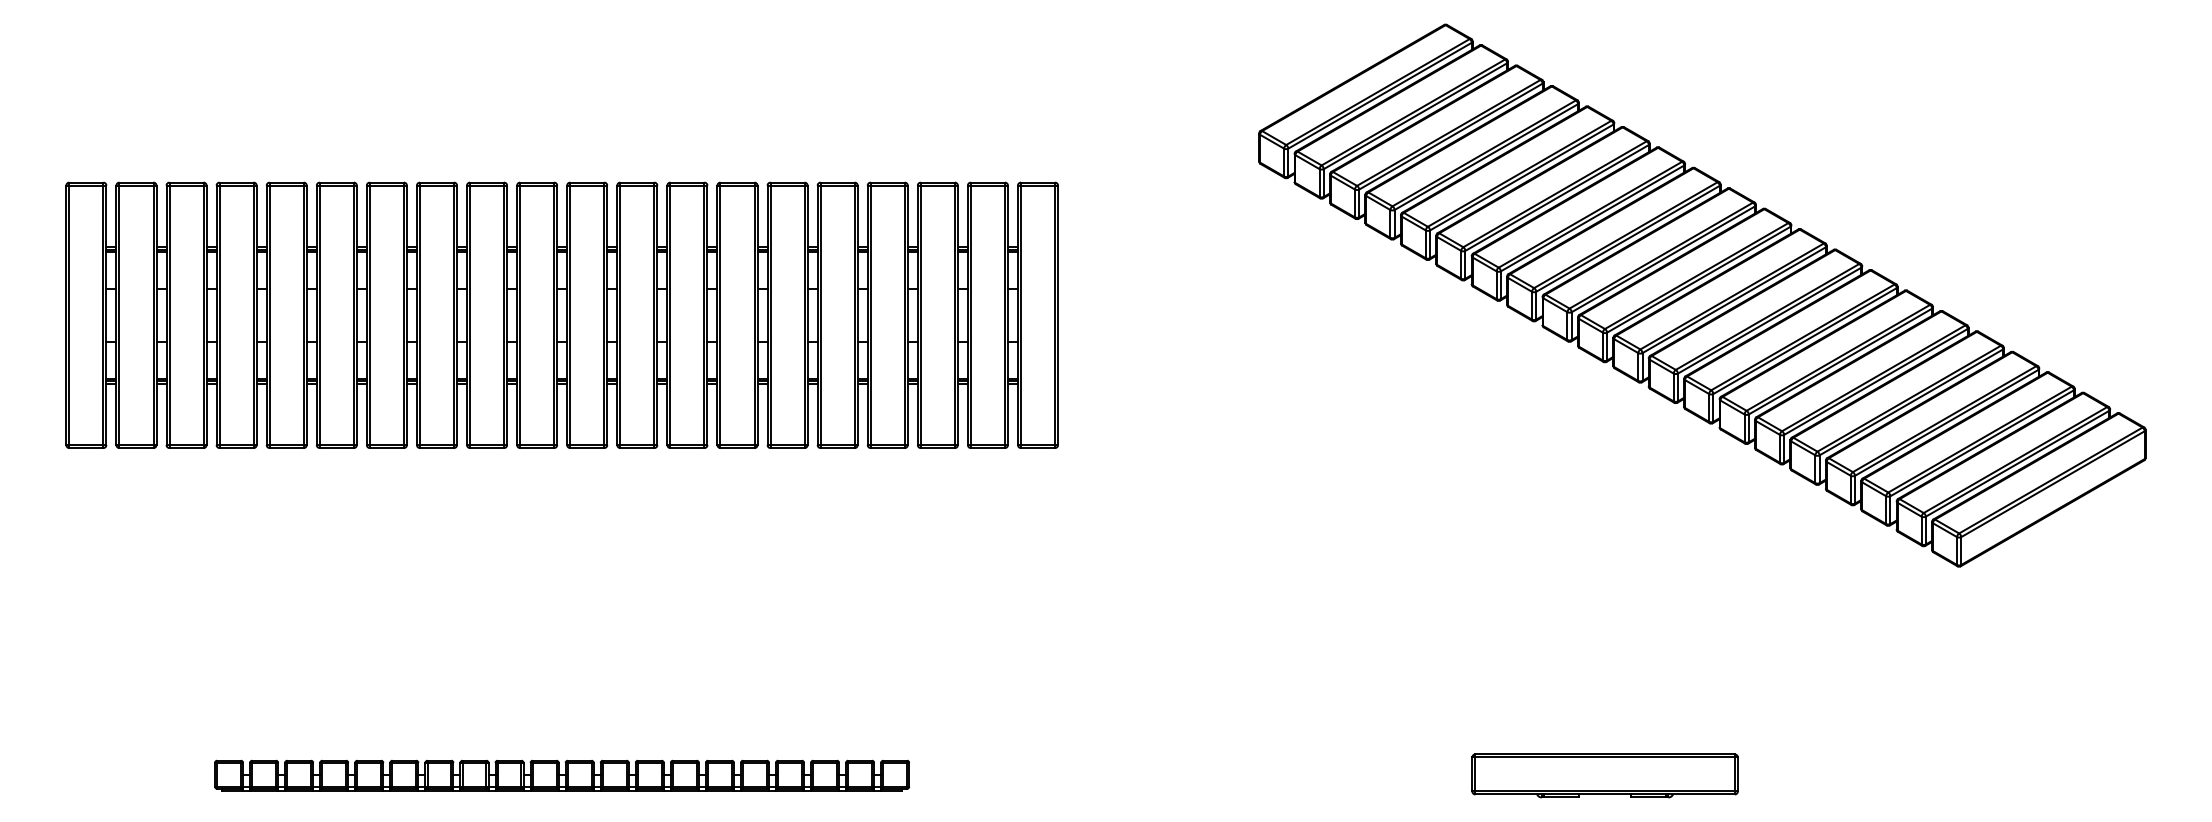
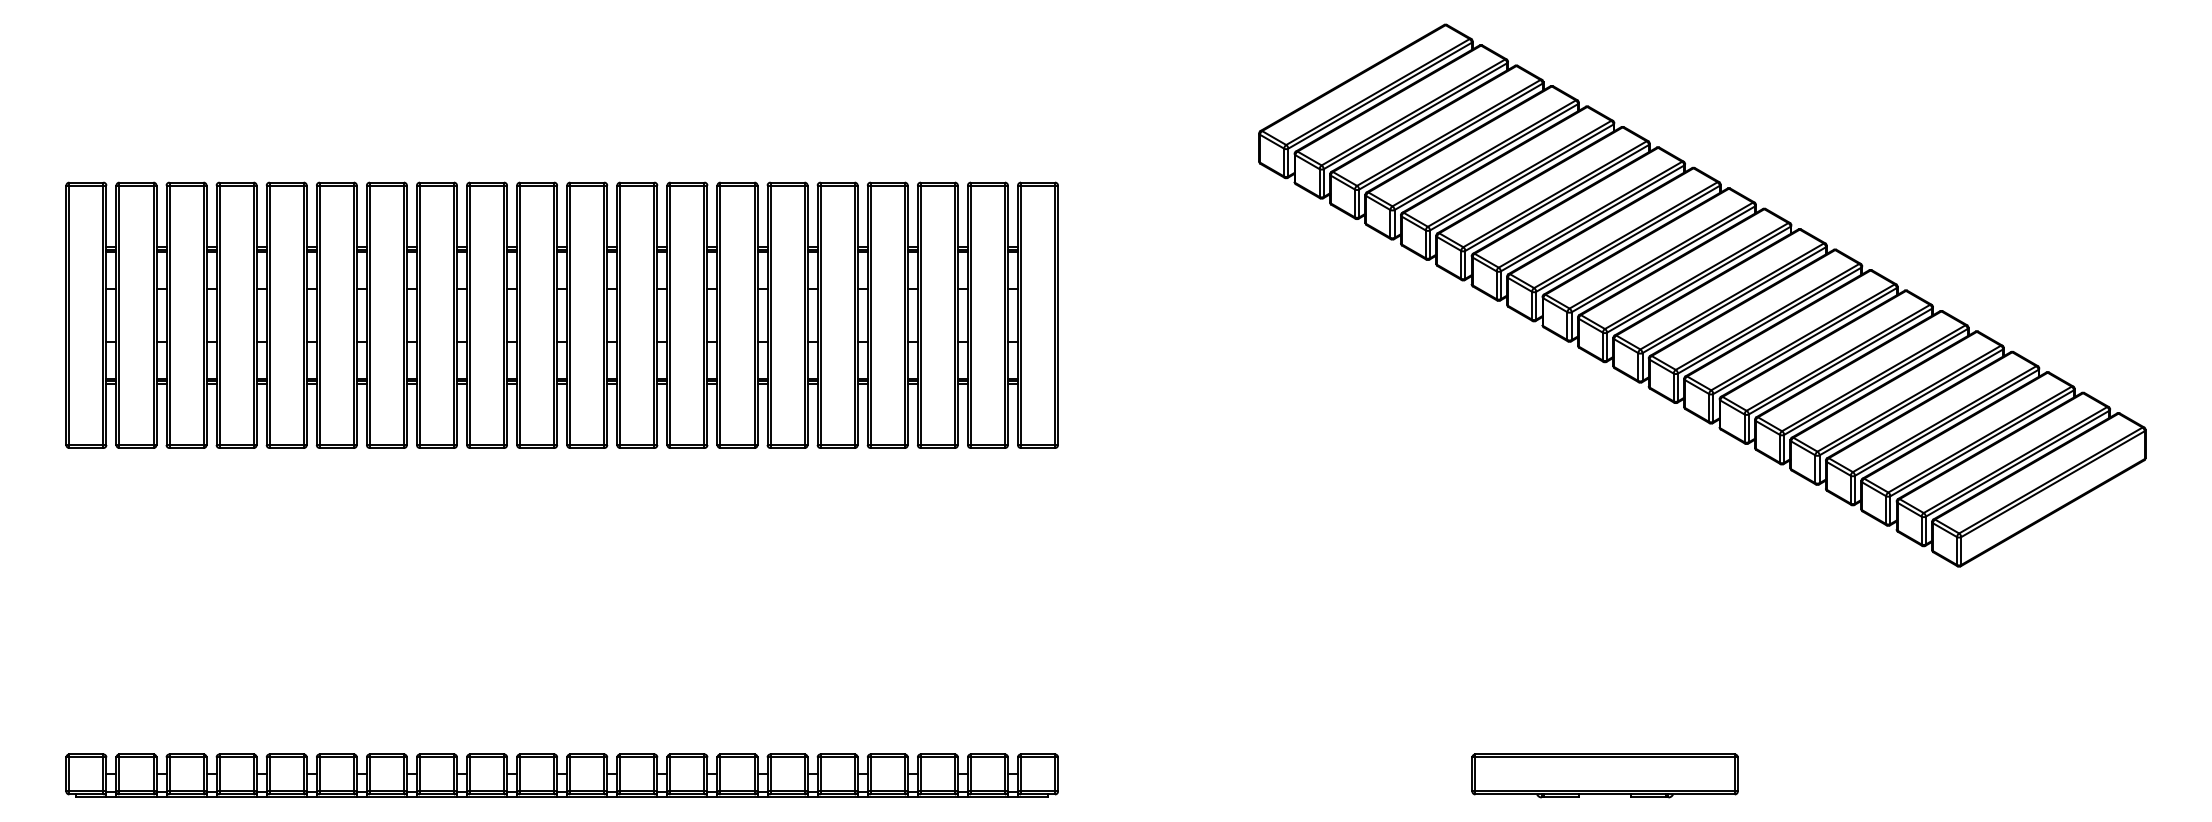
part at (561, 775) size: 696x33 px -> 994x45 px
